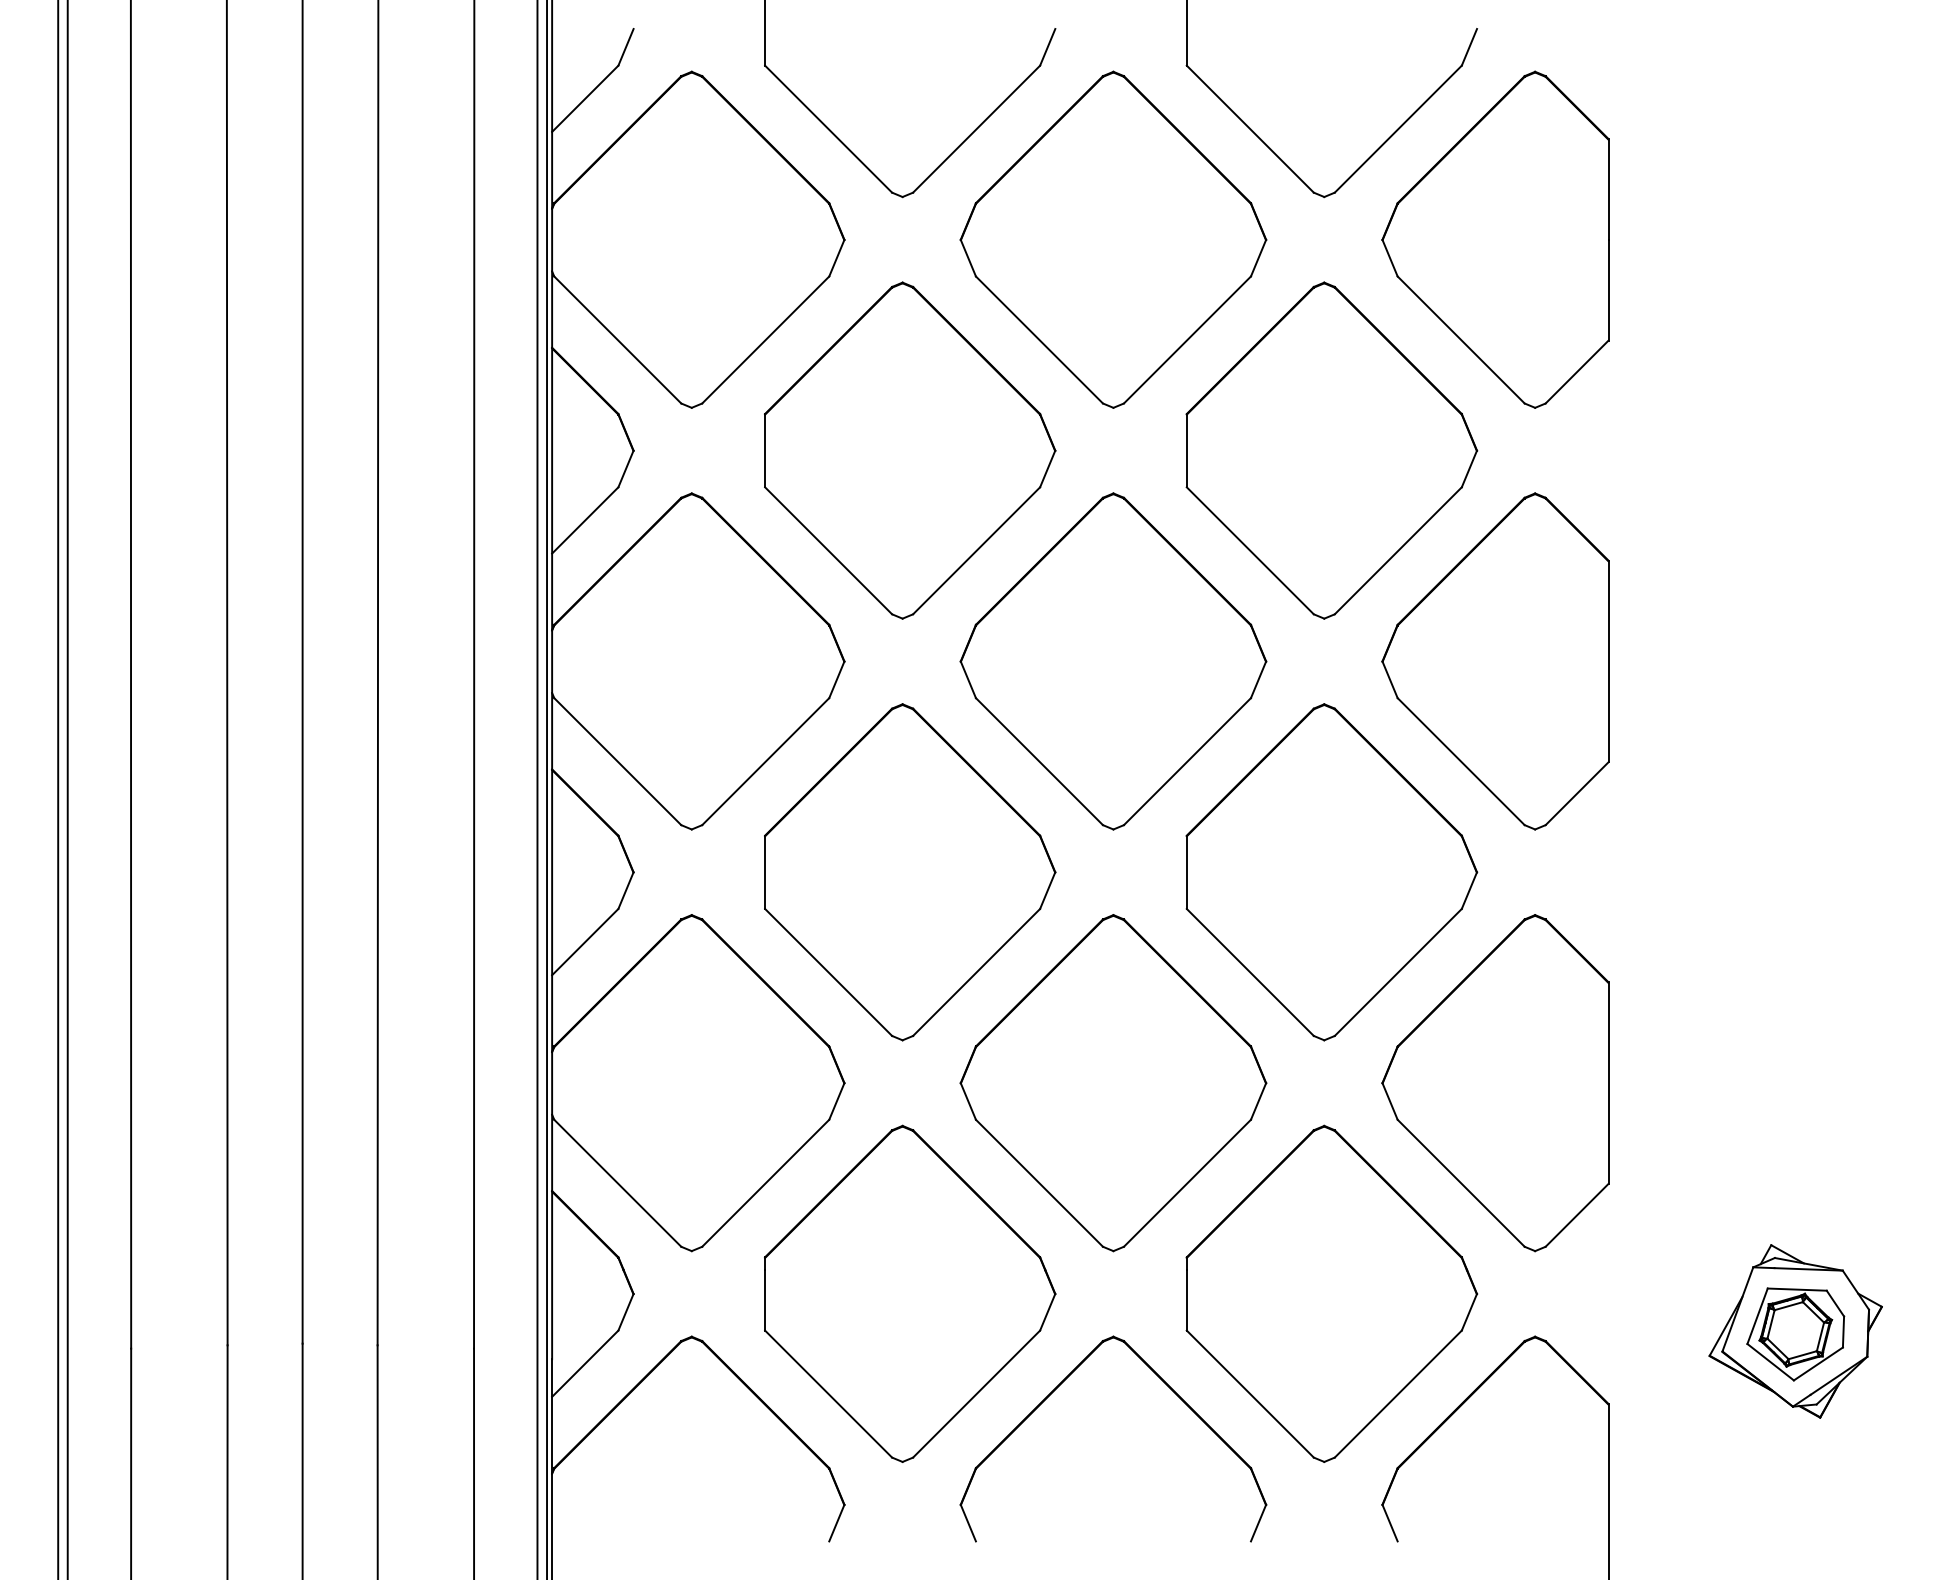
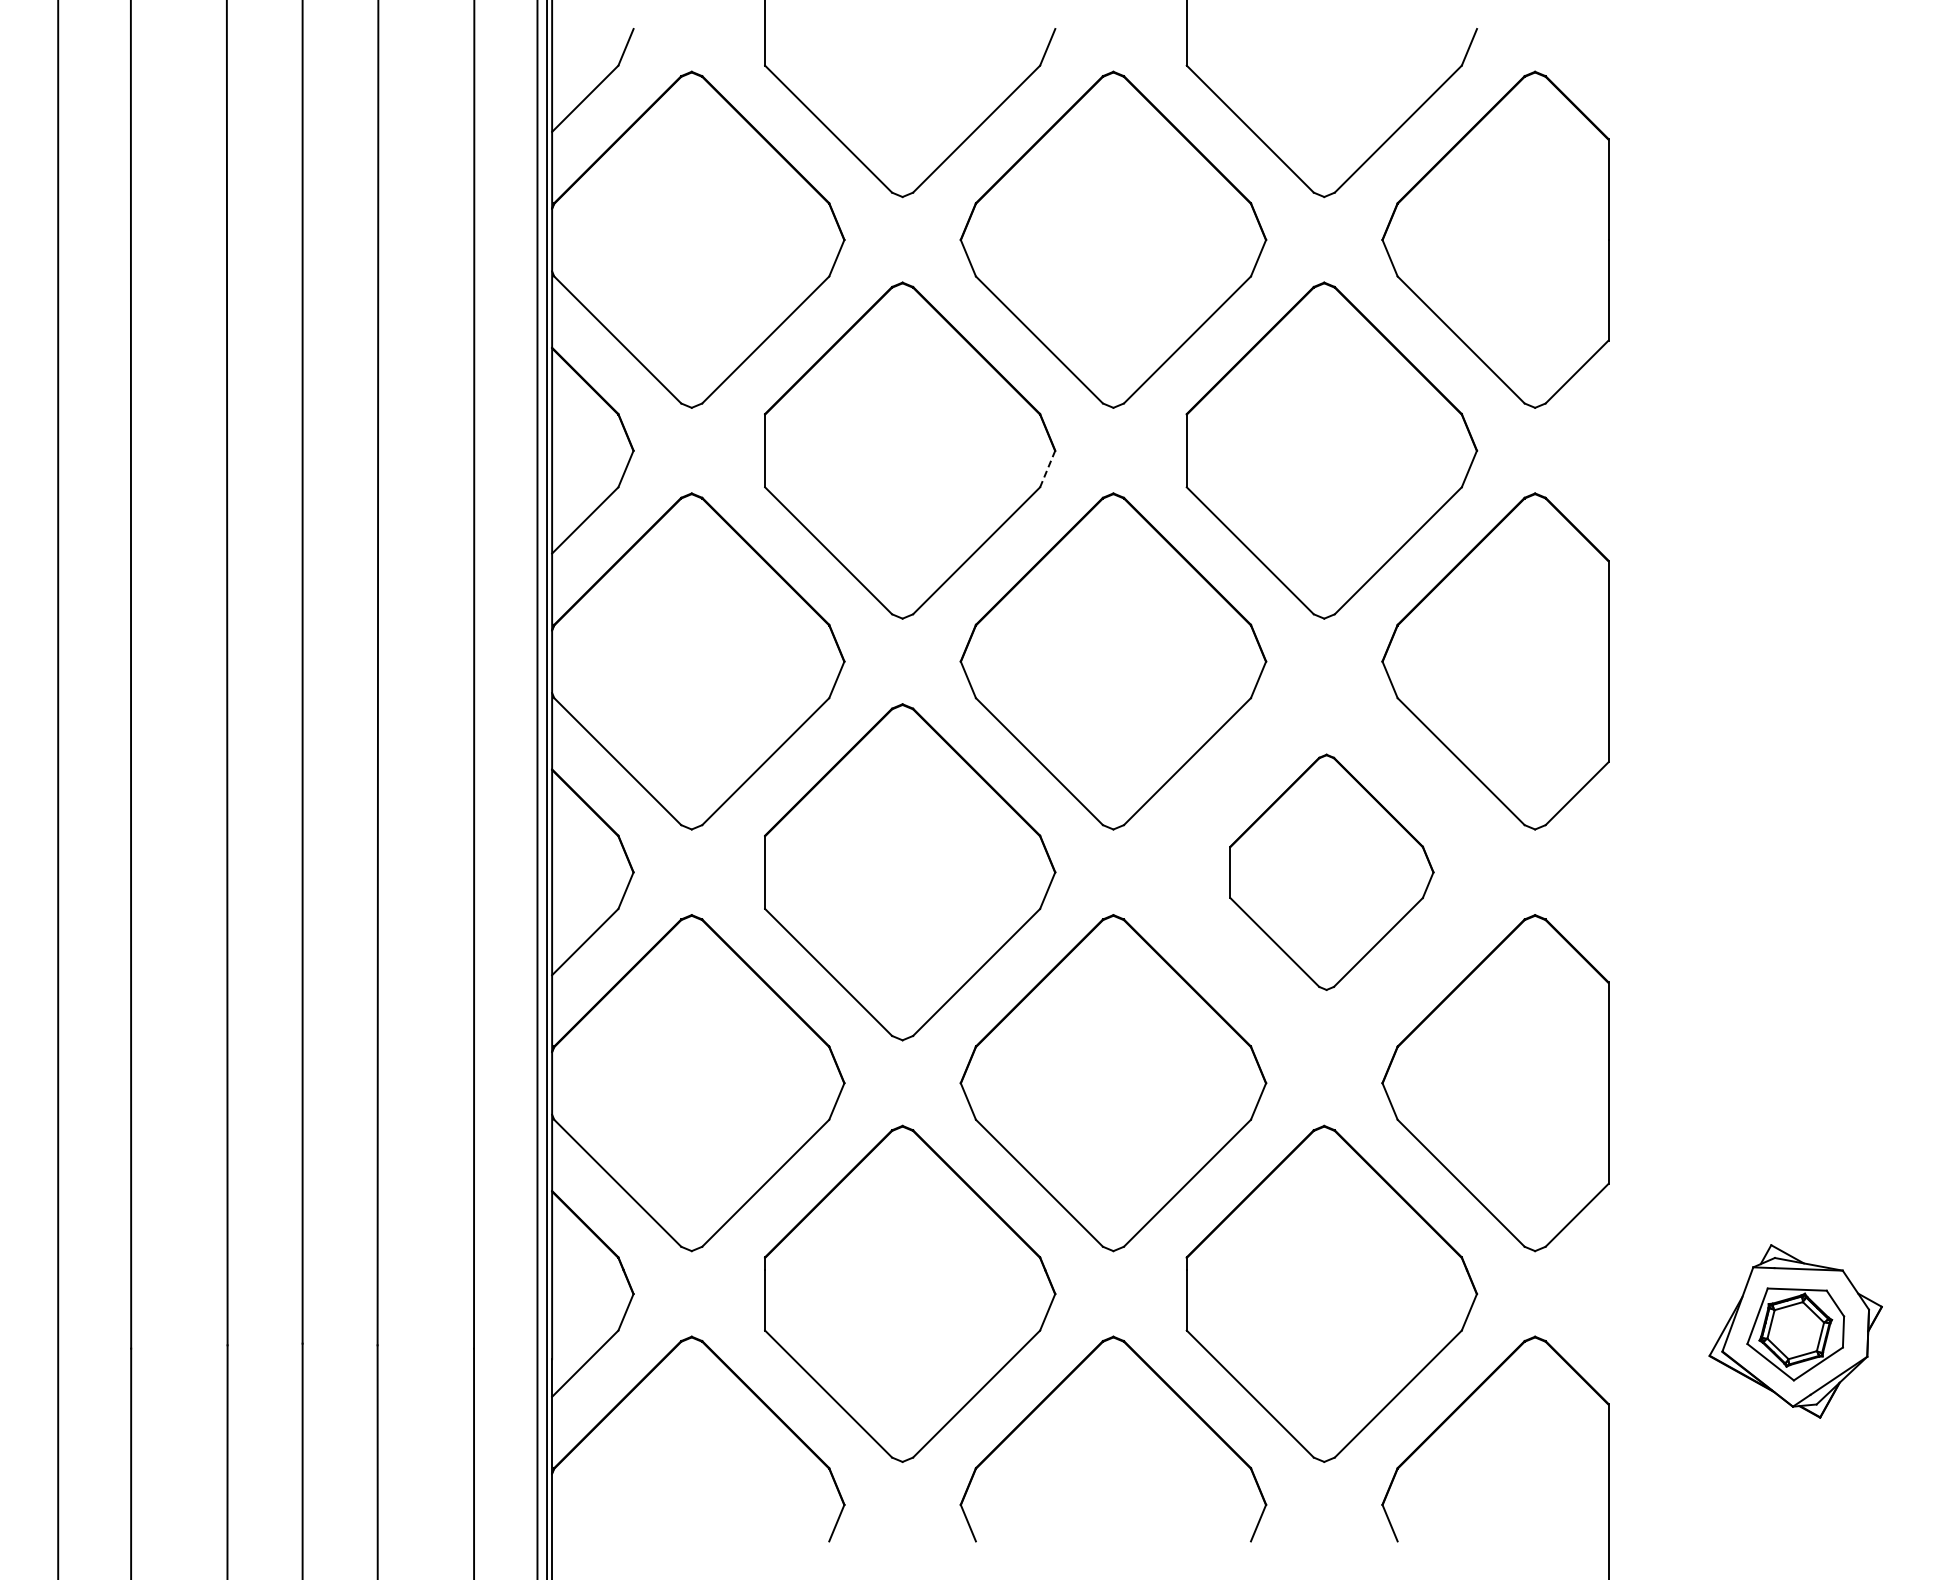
line at (1047, 468): solid -> dashed
line at (67, 789): present -> none
part at (1331, 872) size: 294x339 px -> 206x238 px
